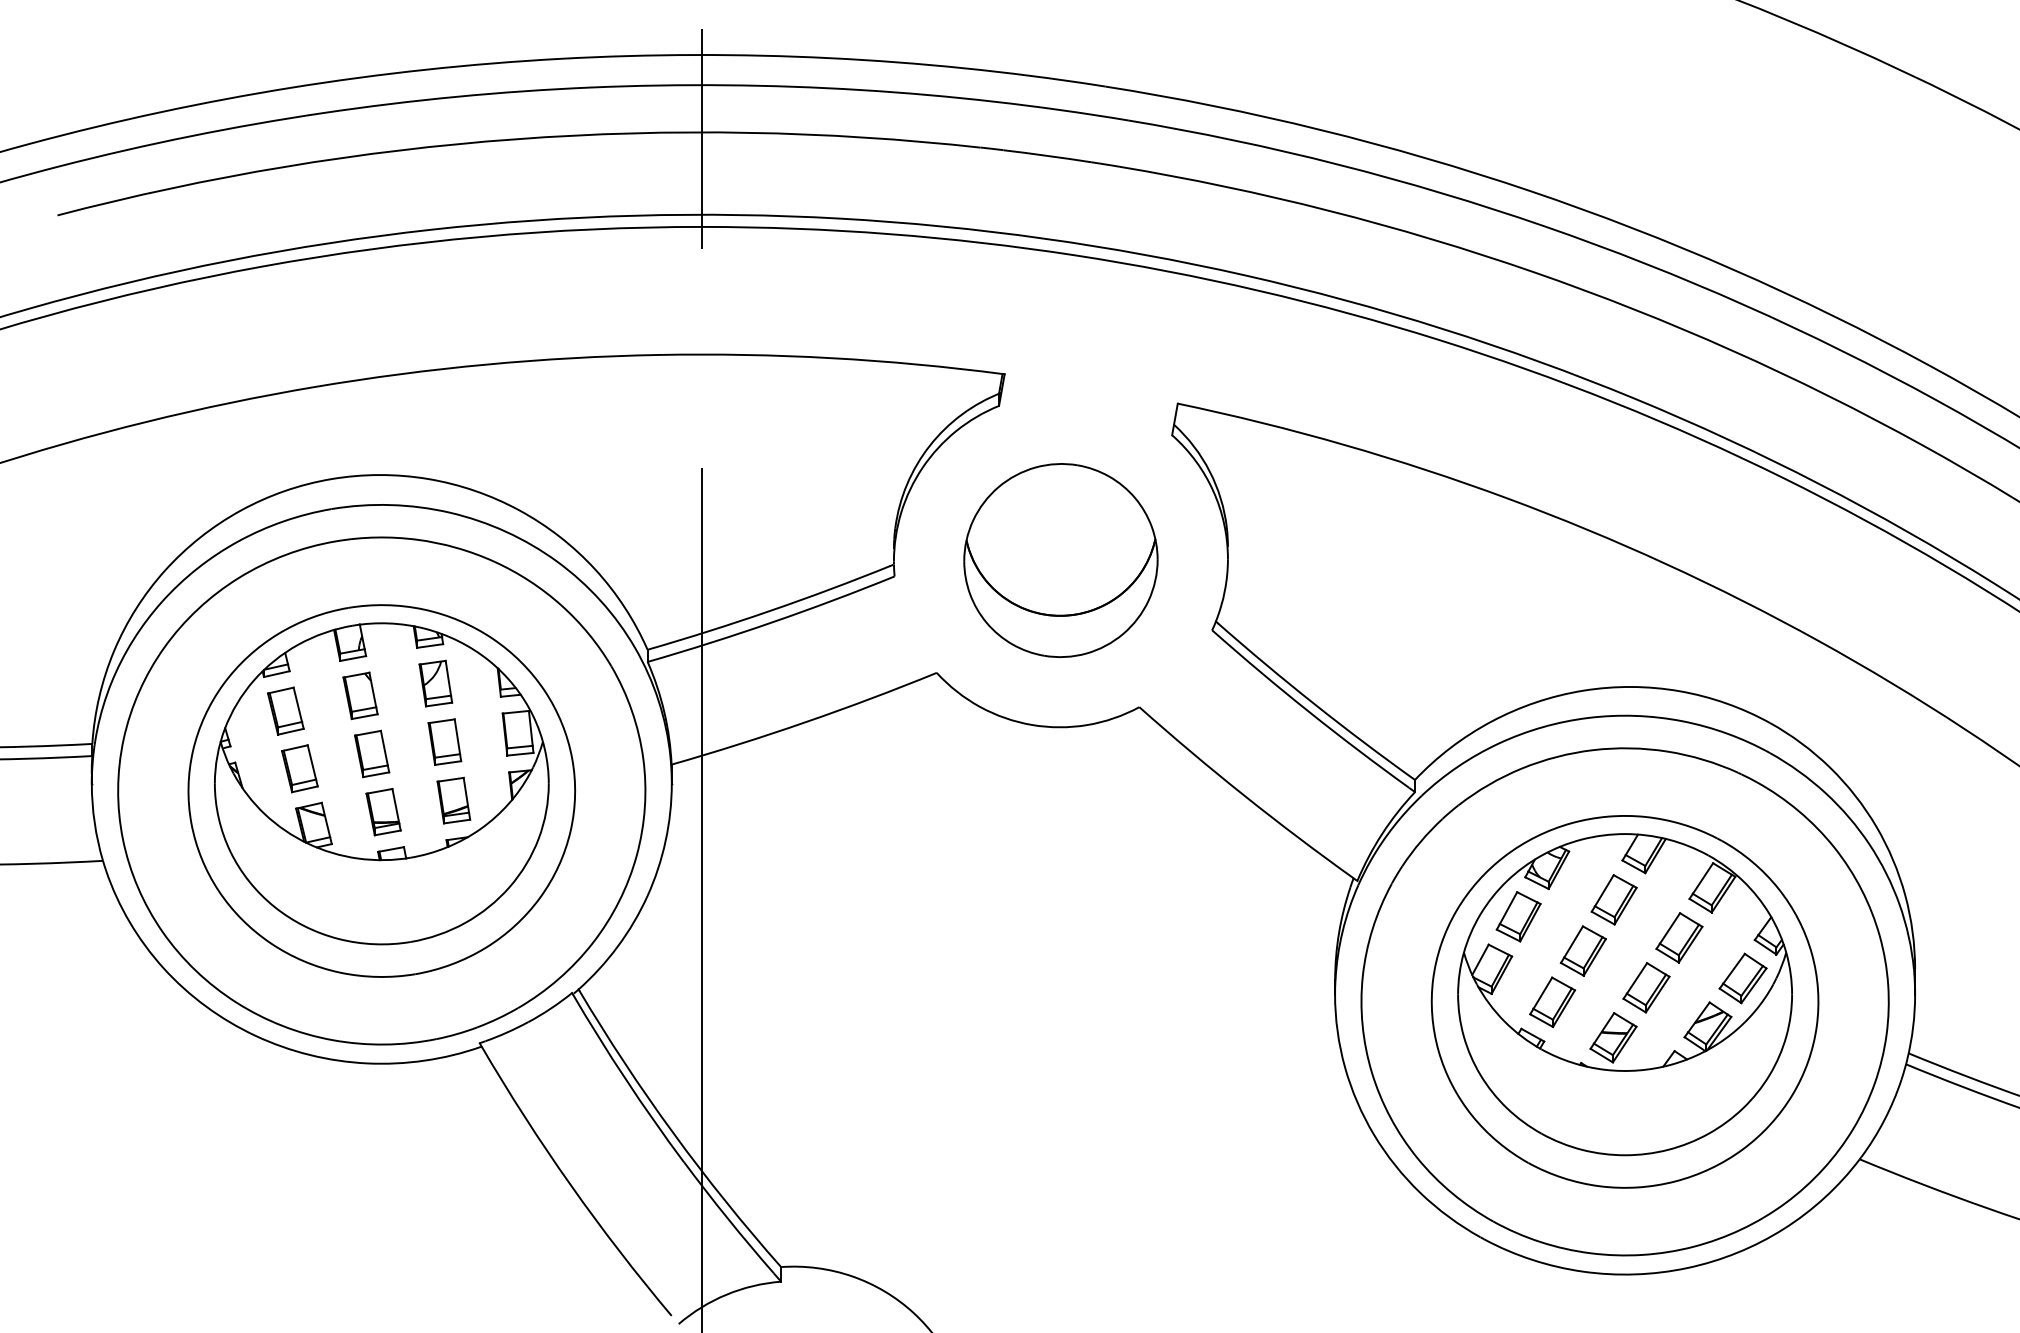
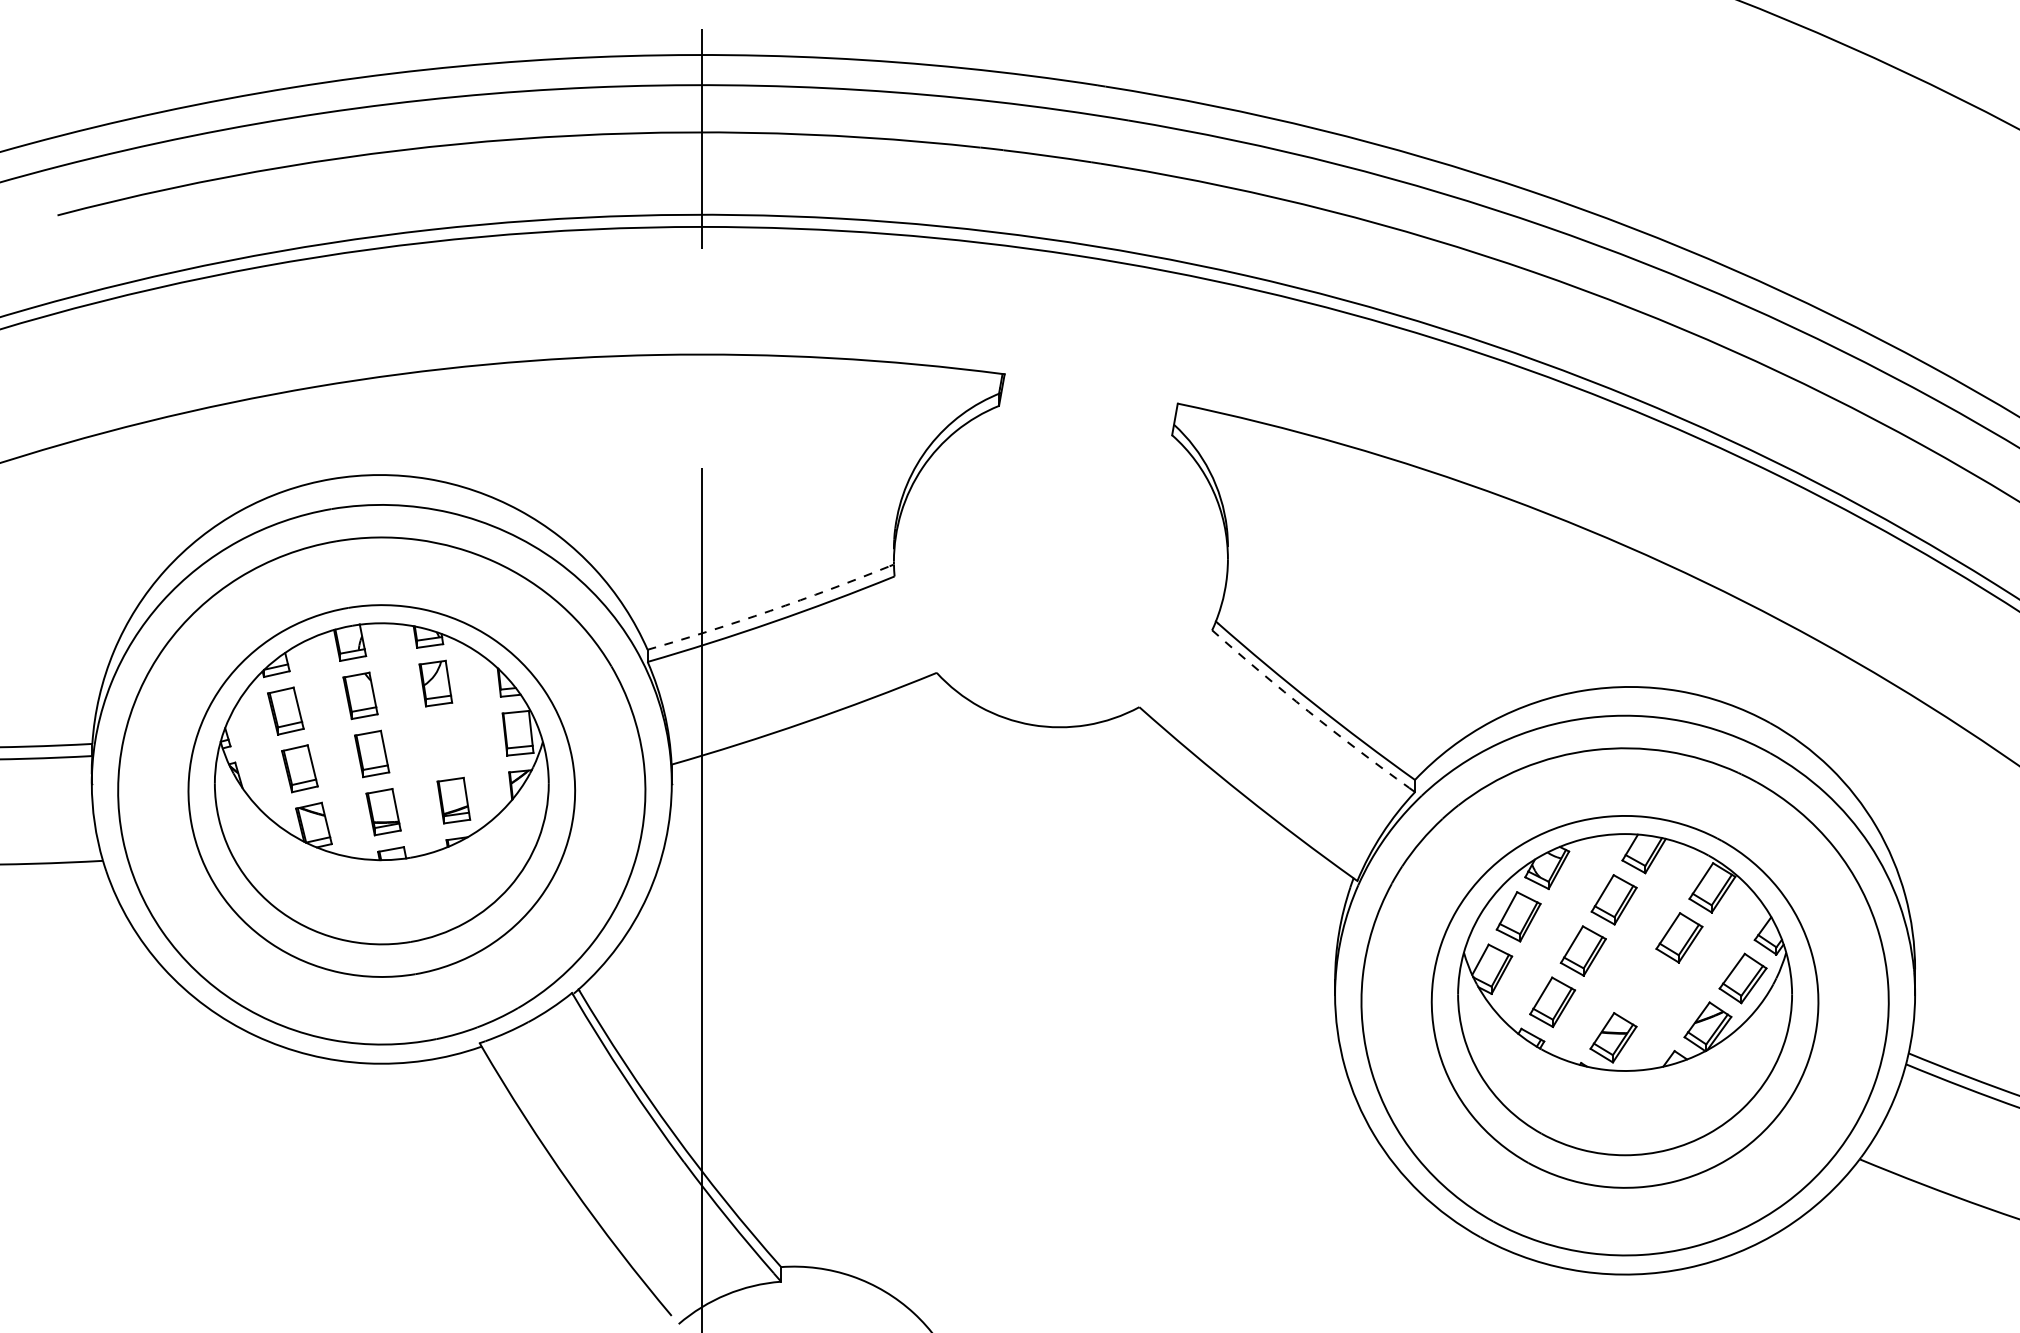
part at (1060, 560): present -> none
arc at (770, 610): solid -> dashed
arc at (1308, 711): solid -> dashed
part at (444, 741): present -> none
part at (1646, 987): present -> none
